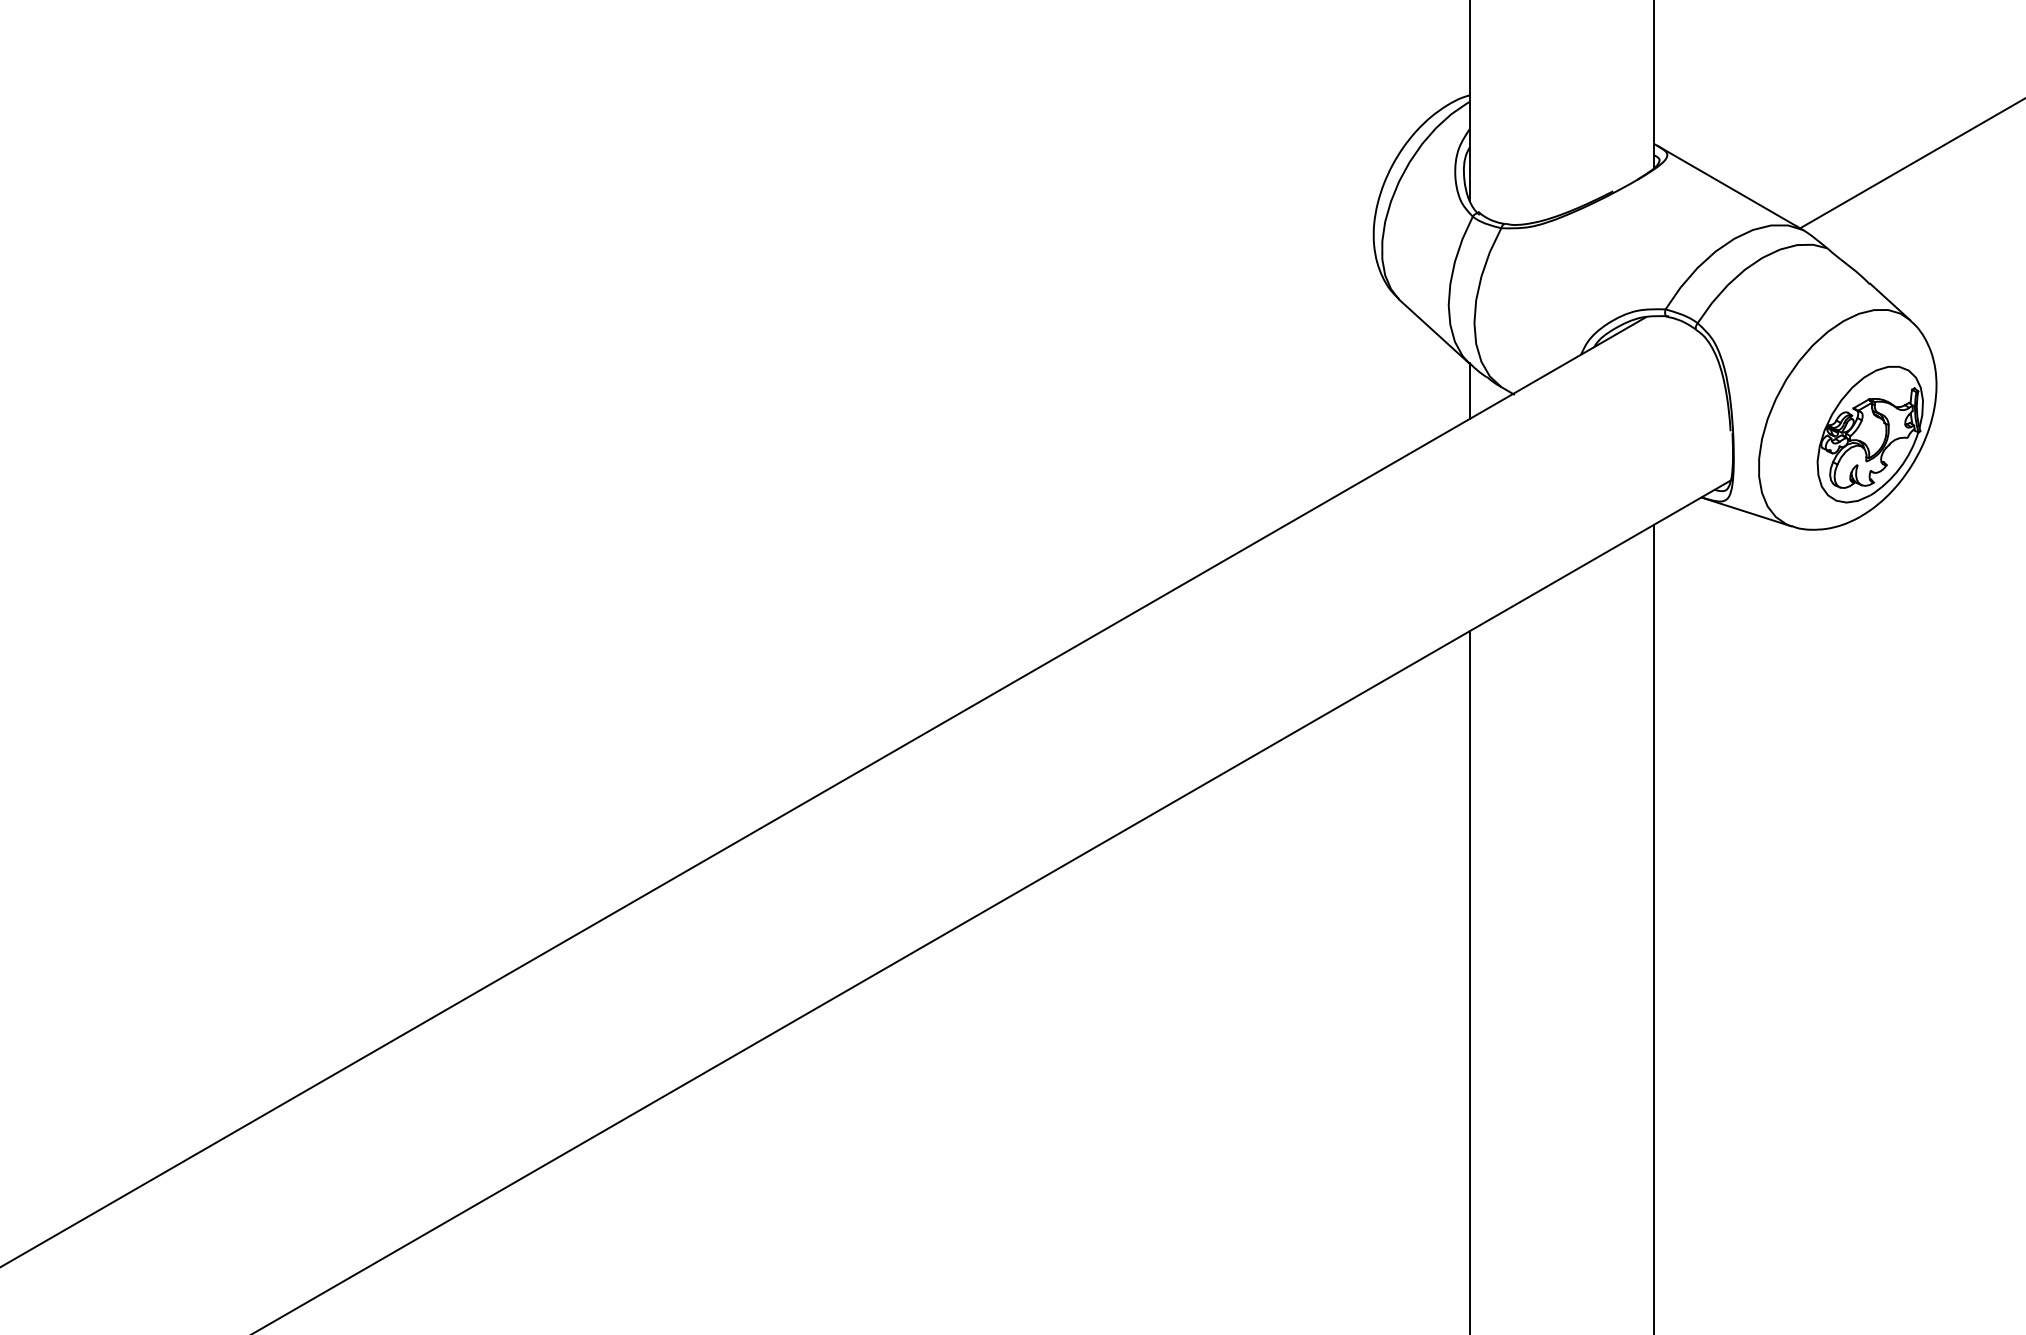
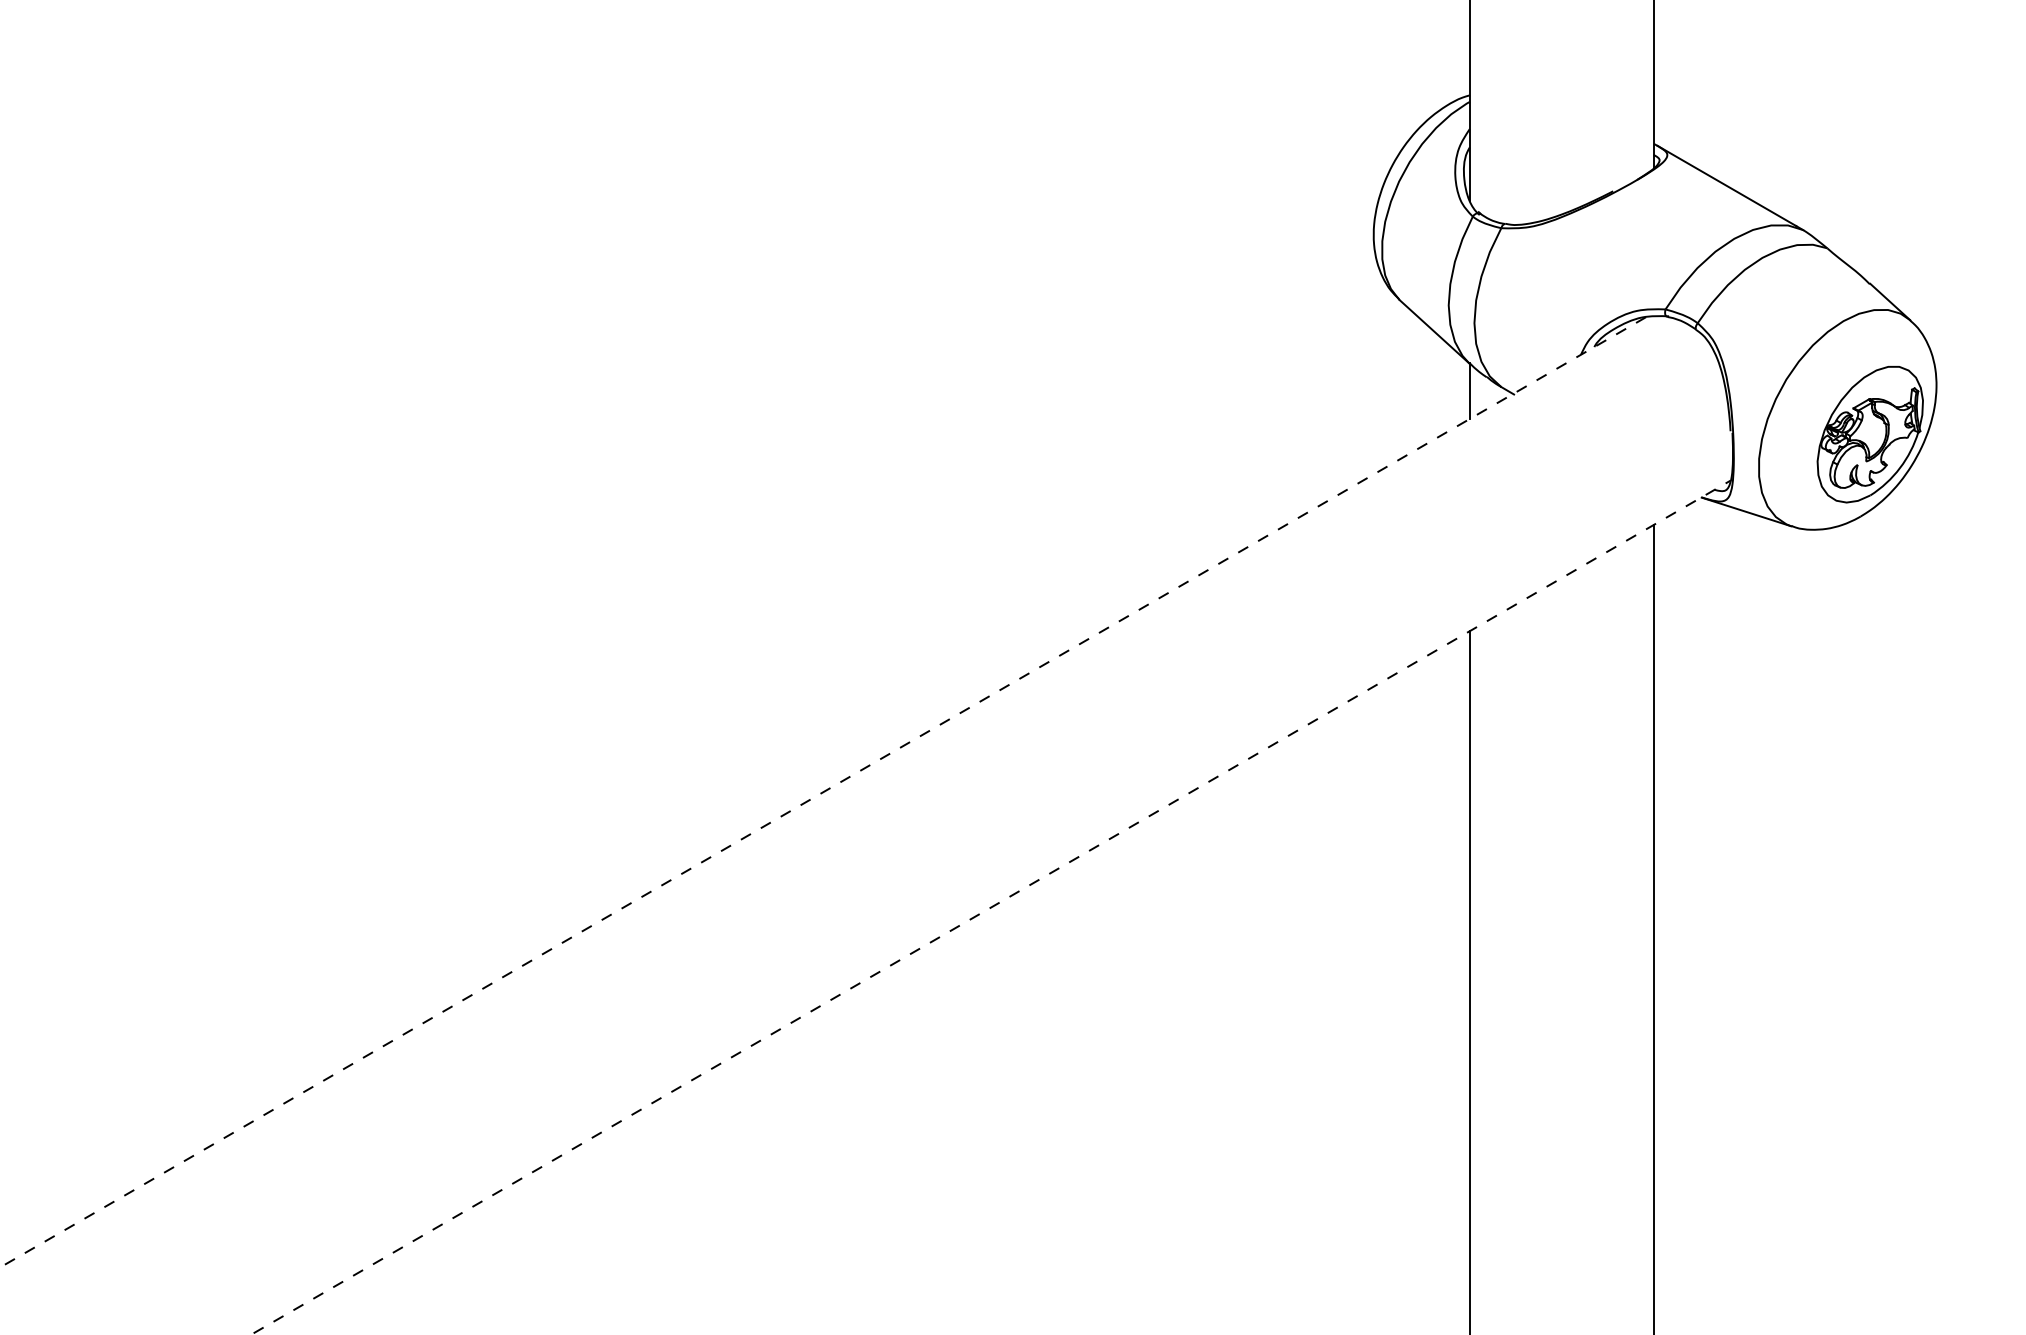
line at (1911, 163): present -> none
line at (822, 792): solid -> dashed
line at (991, 907): solid -> dashed
